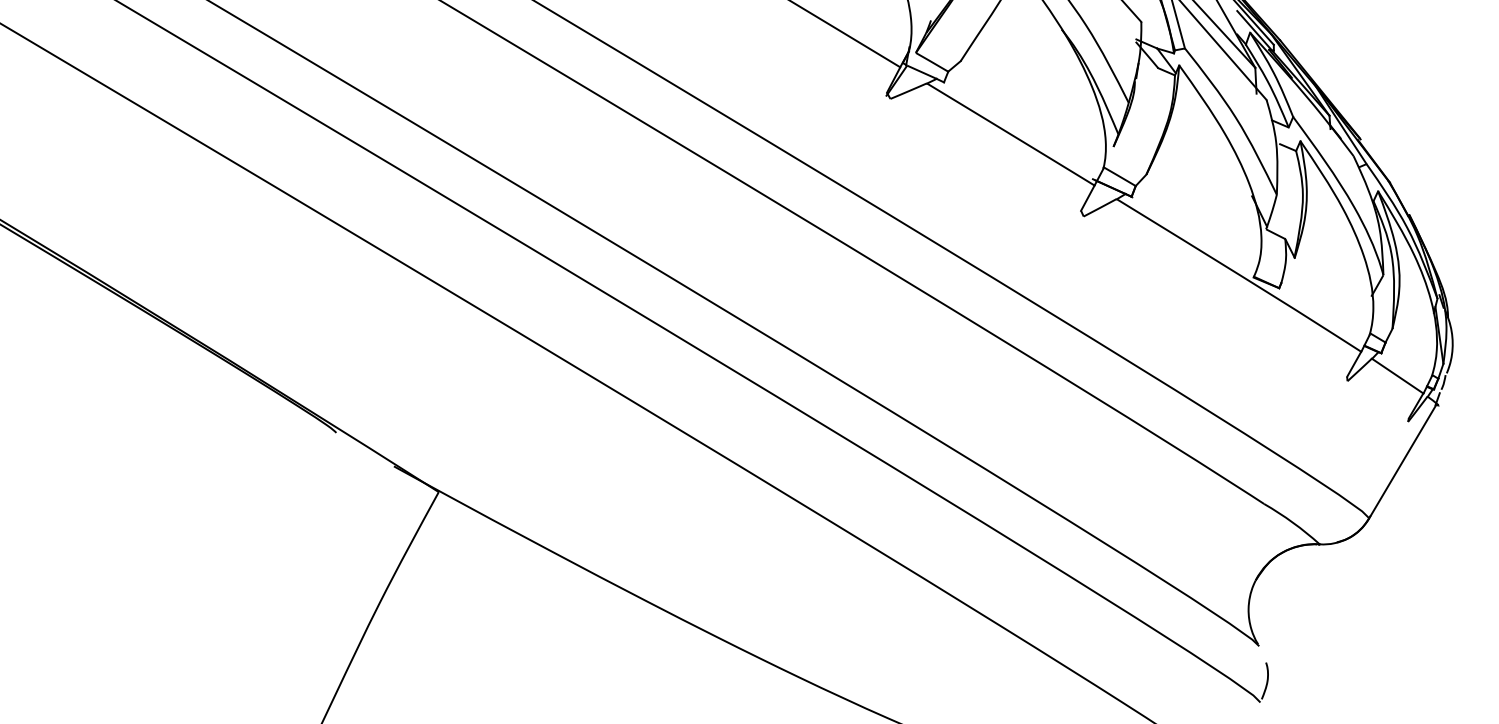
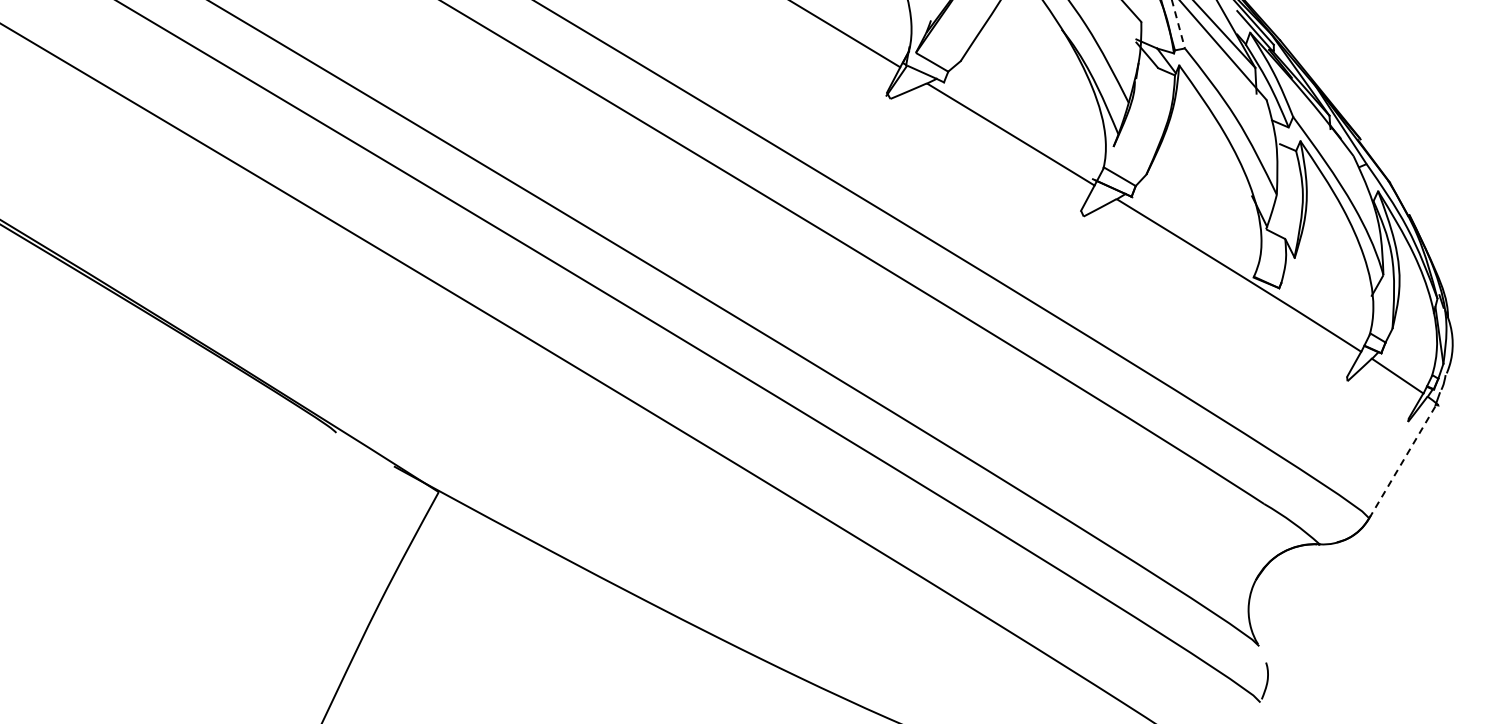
line at (1178, 24): solid -> dashed
line at (1402, 461): solid -> dashed
